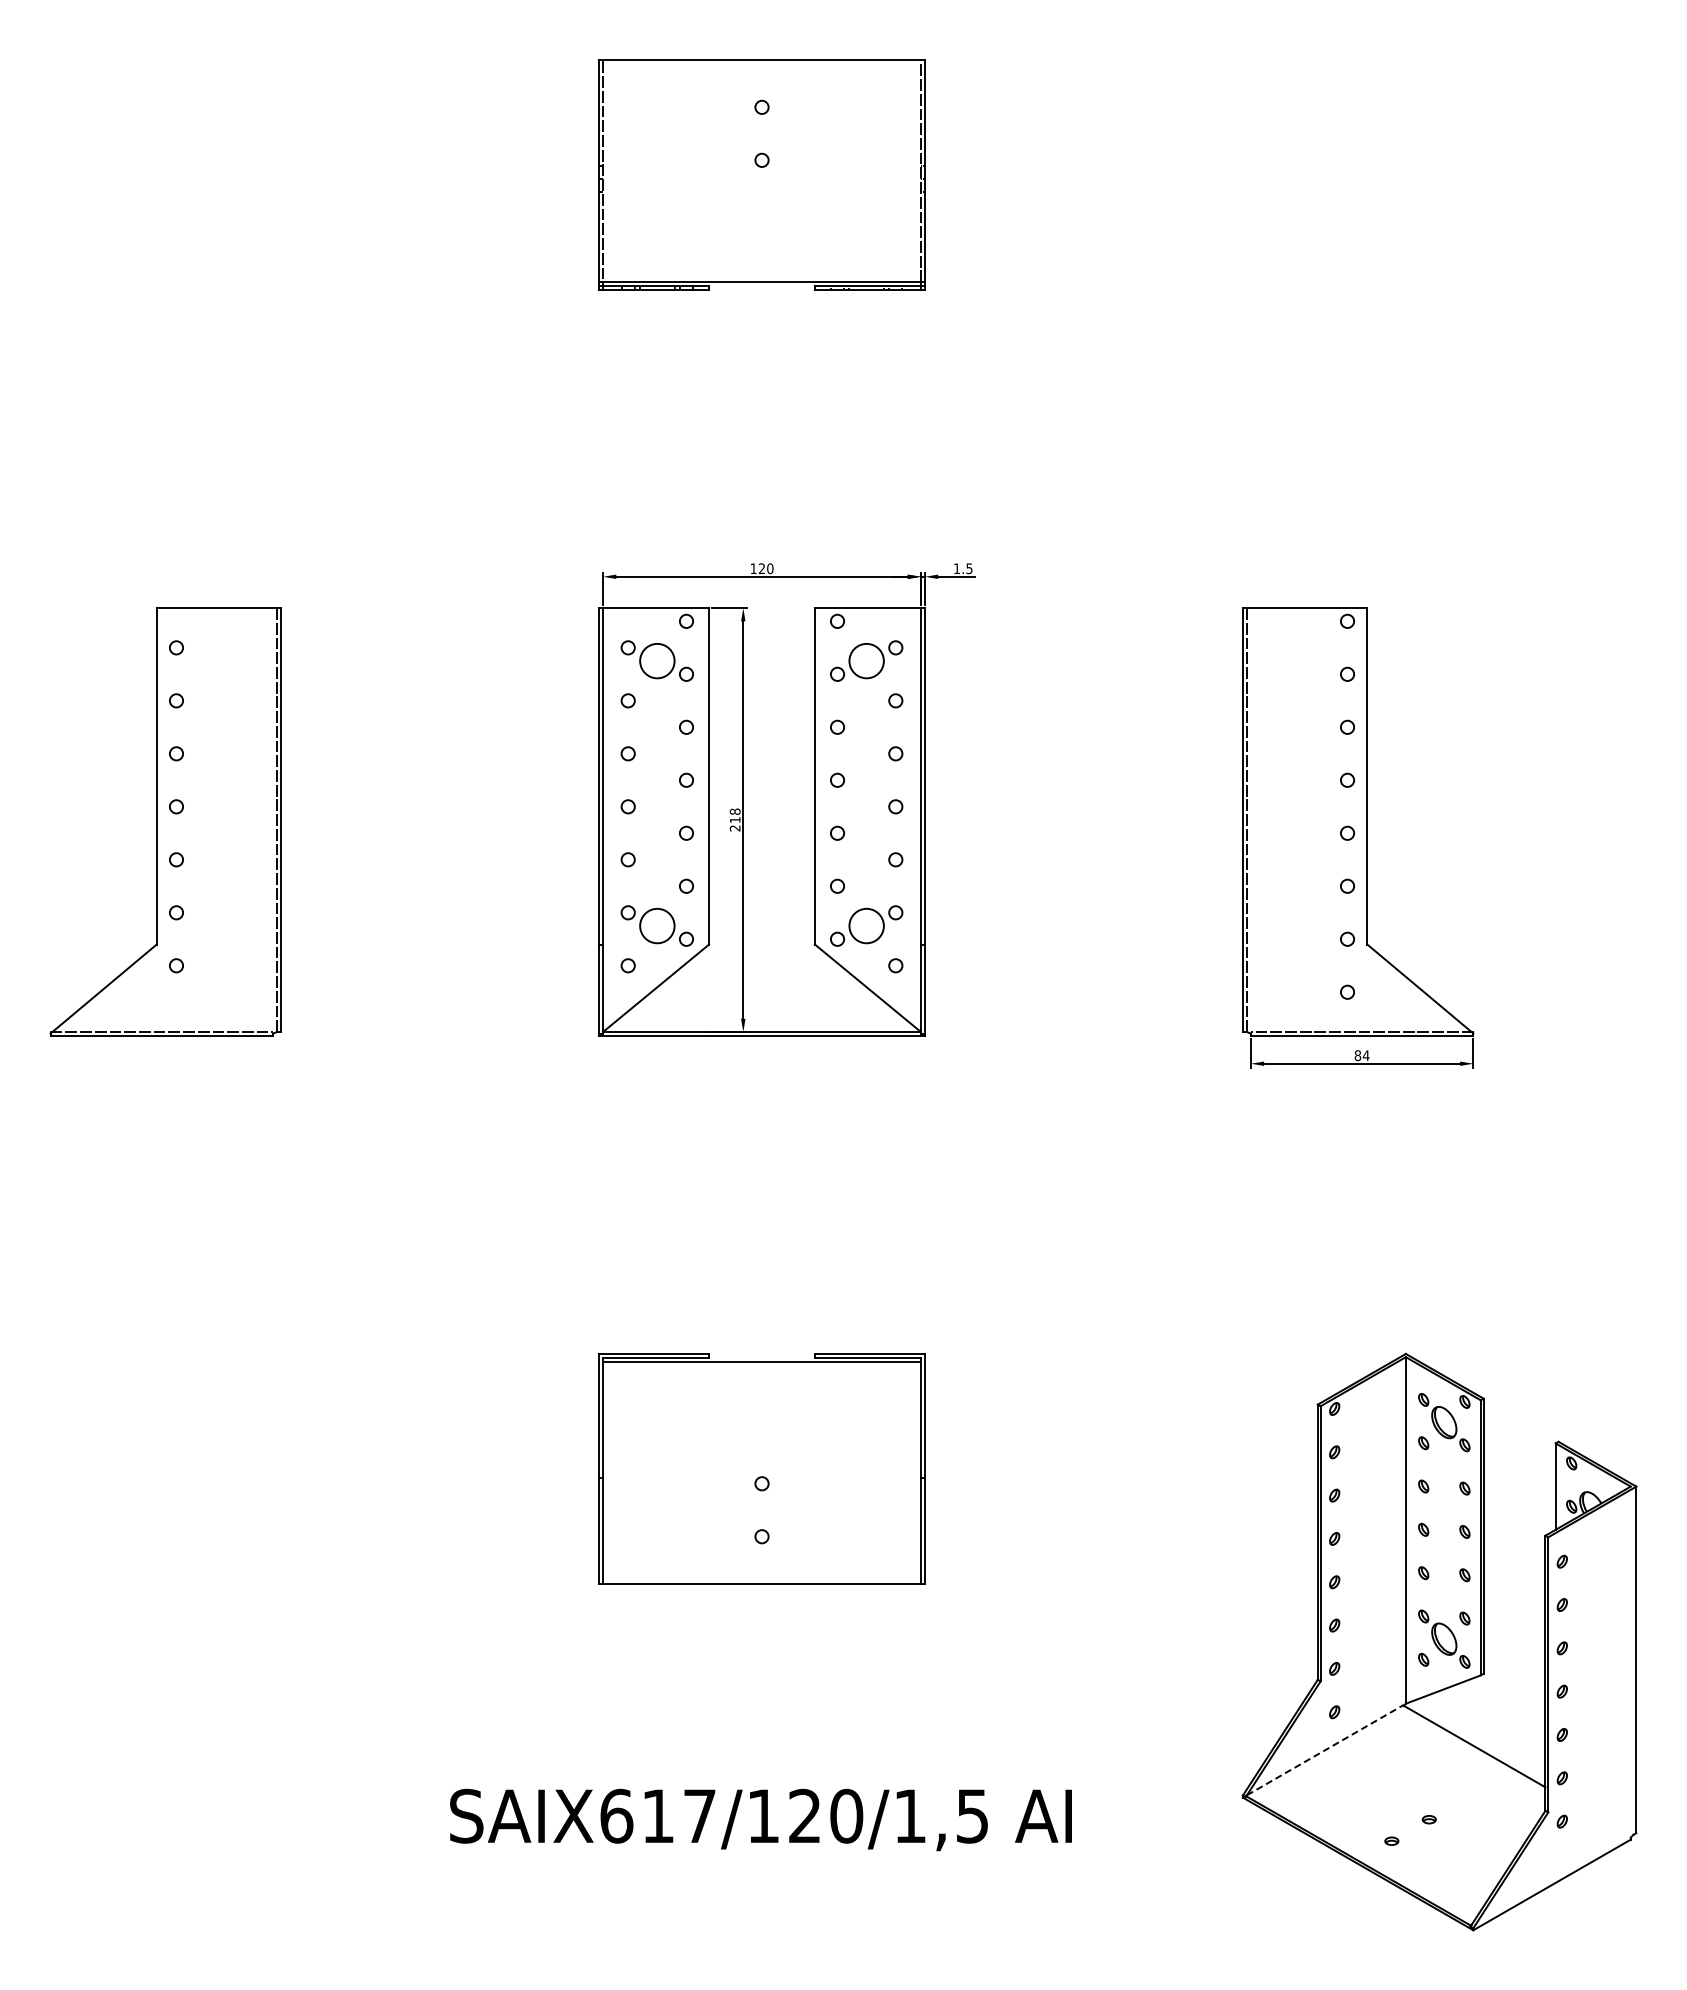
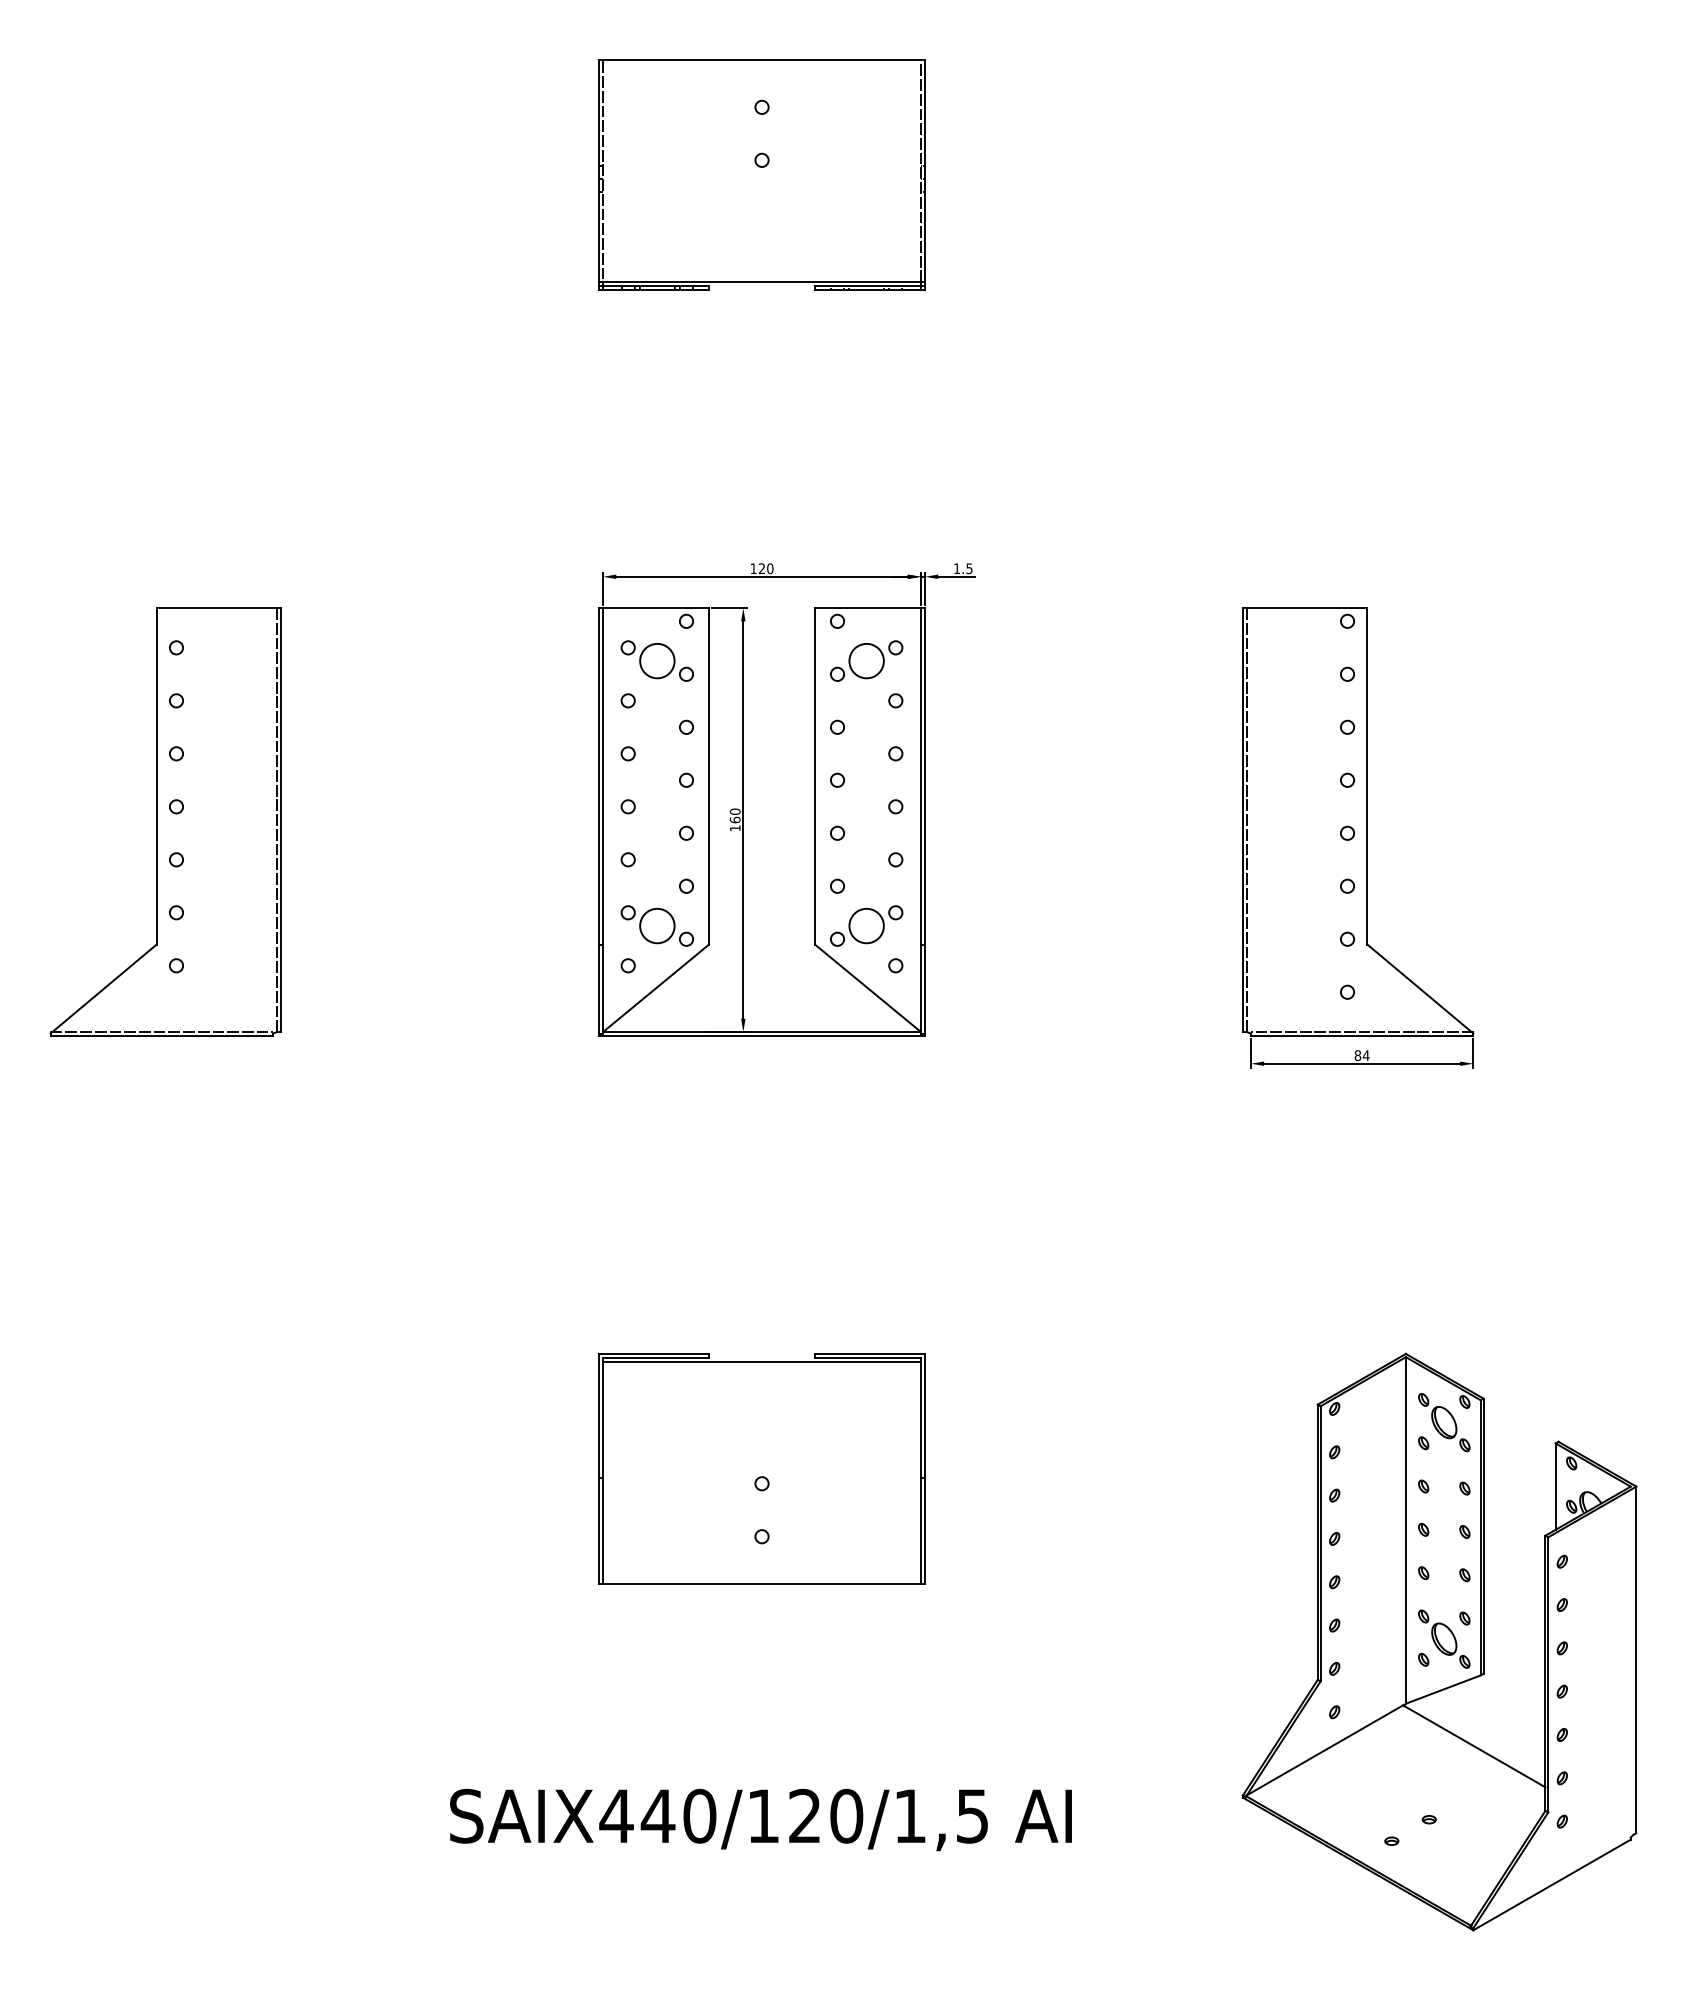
text at (734, 819): 218 -> 160
line at (1325, 1750): dashed -> solid
text at (657, 1815): SAIX617/120/1,5 -> SAIX440/120/1,5
